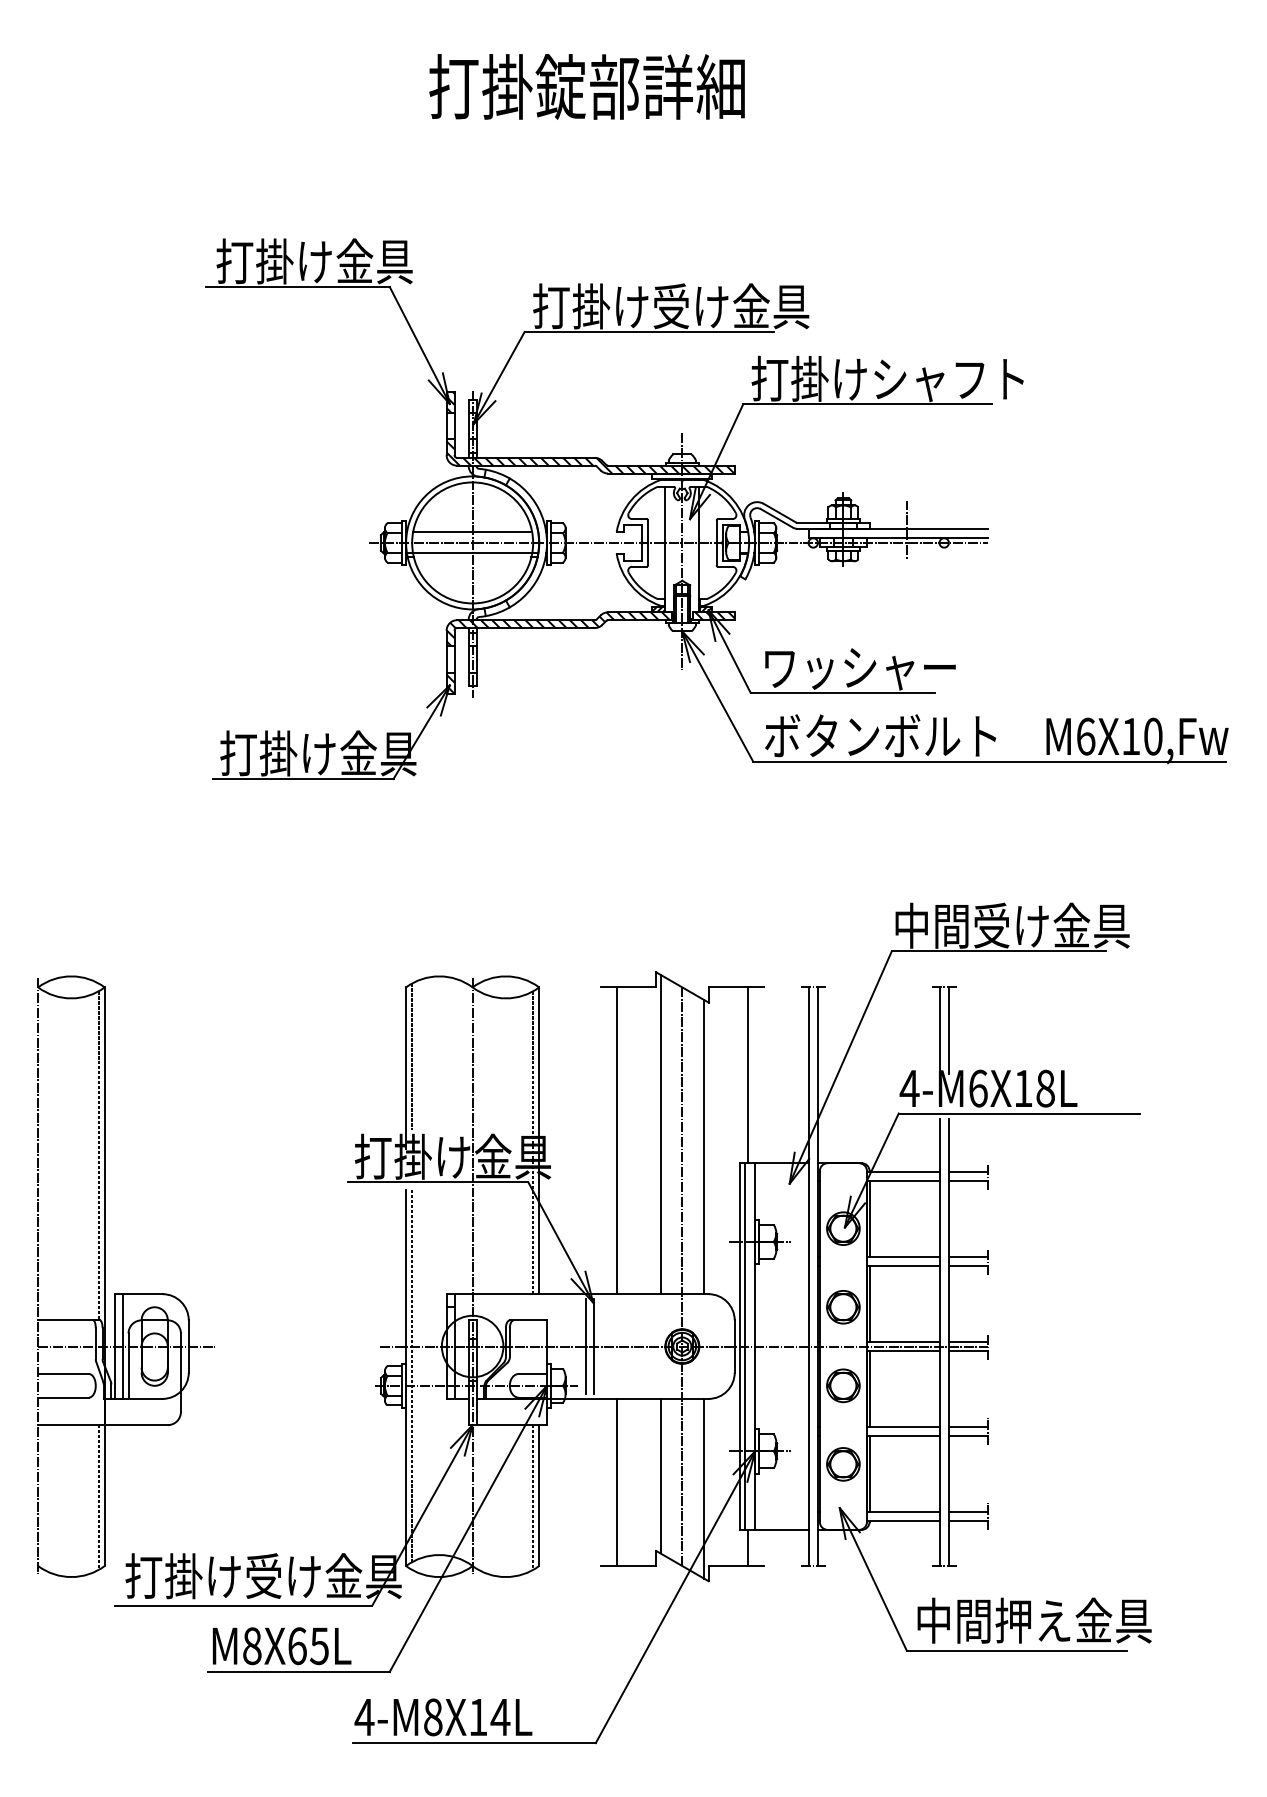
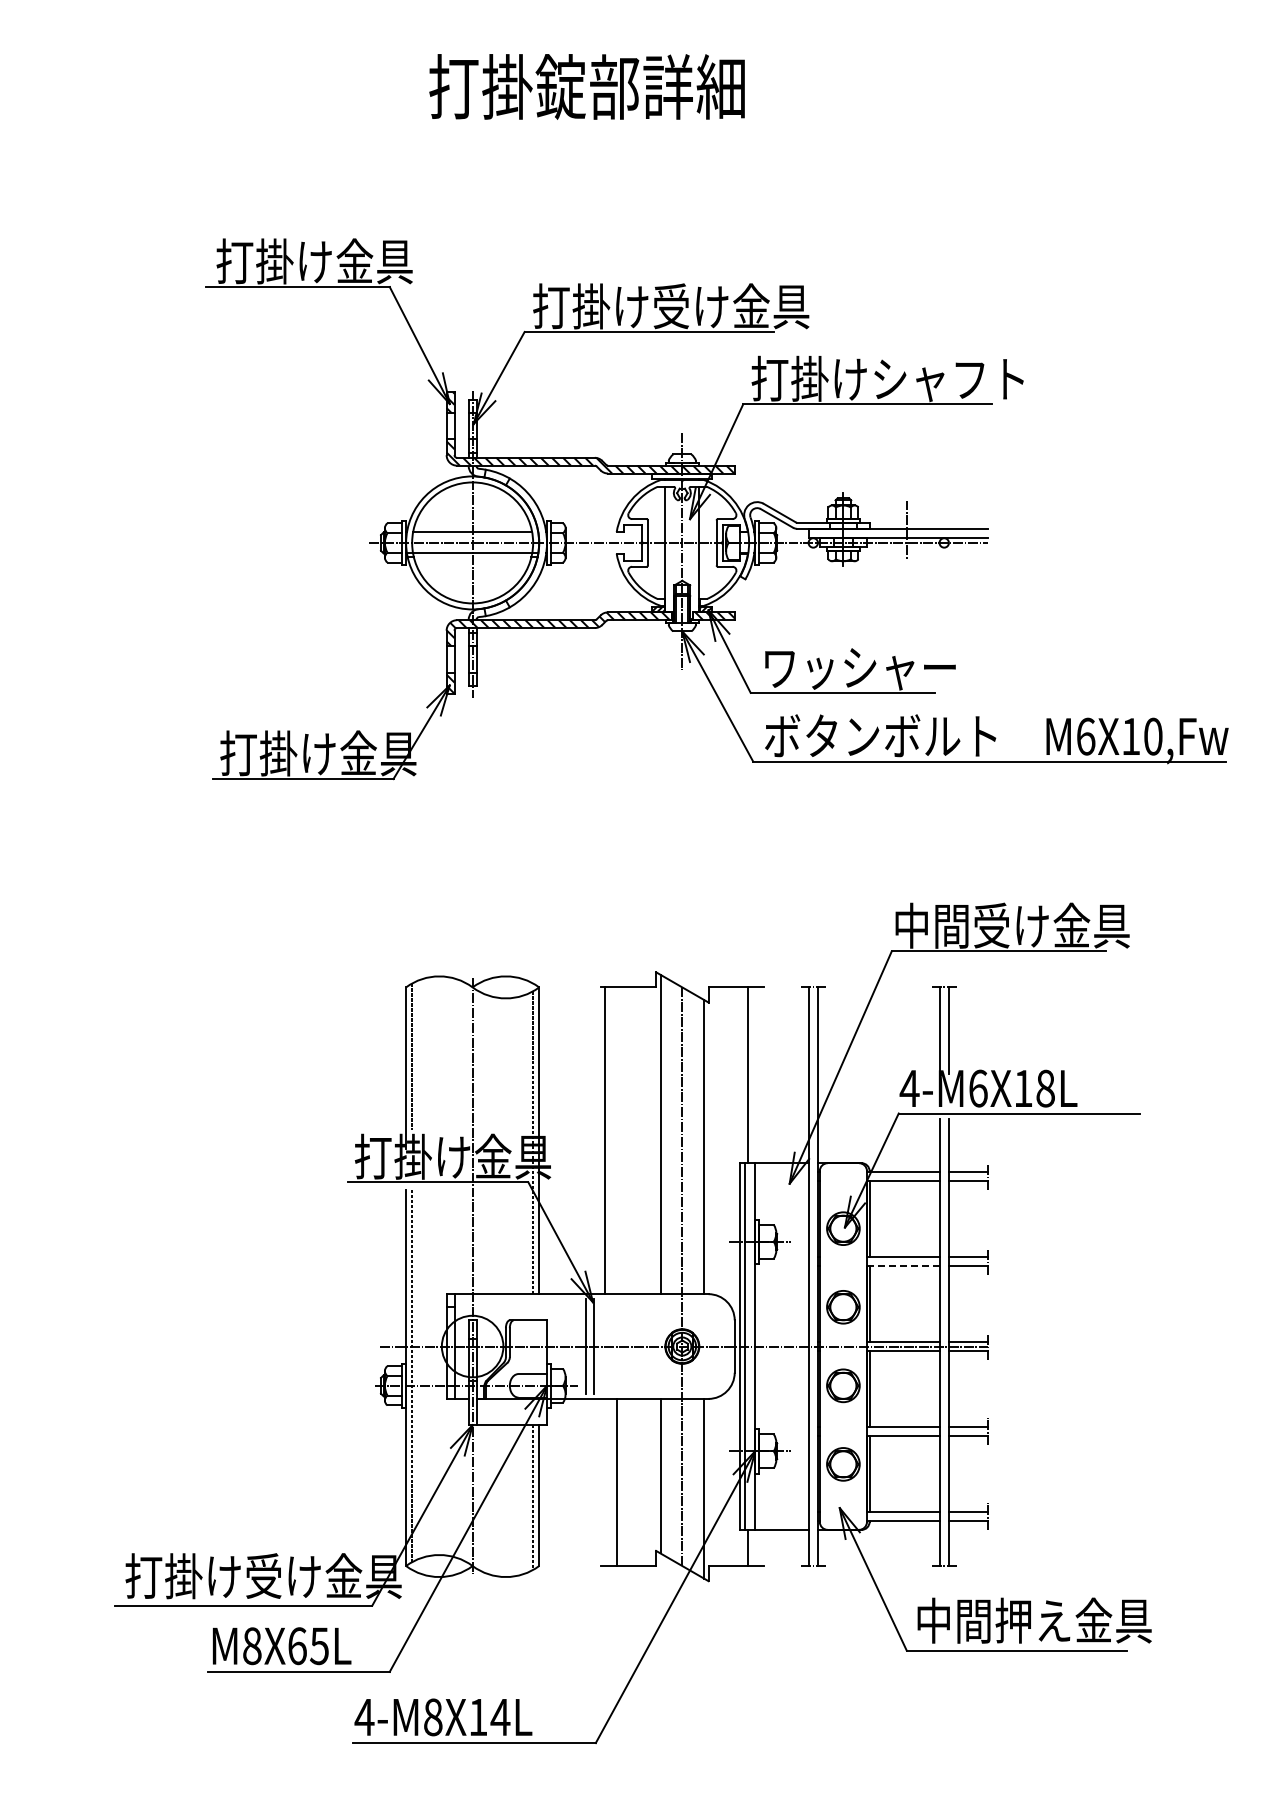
line at (616, 1140) position: (616, 1140) -> (604, 1140)
line at (903, 1266): solid -> dashed
part at (125, 1293): present -> none
